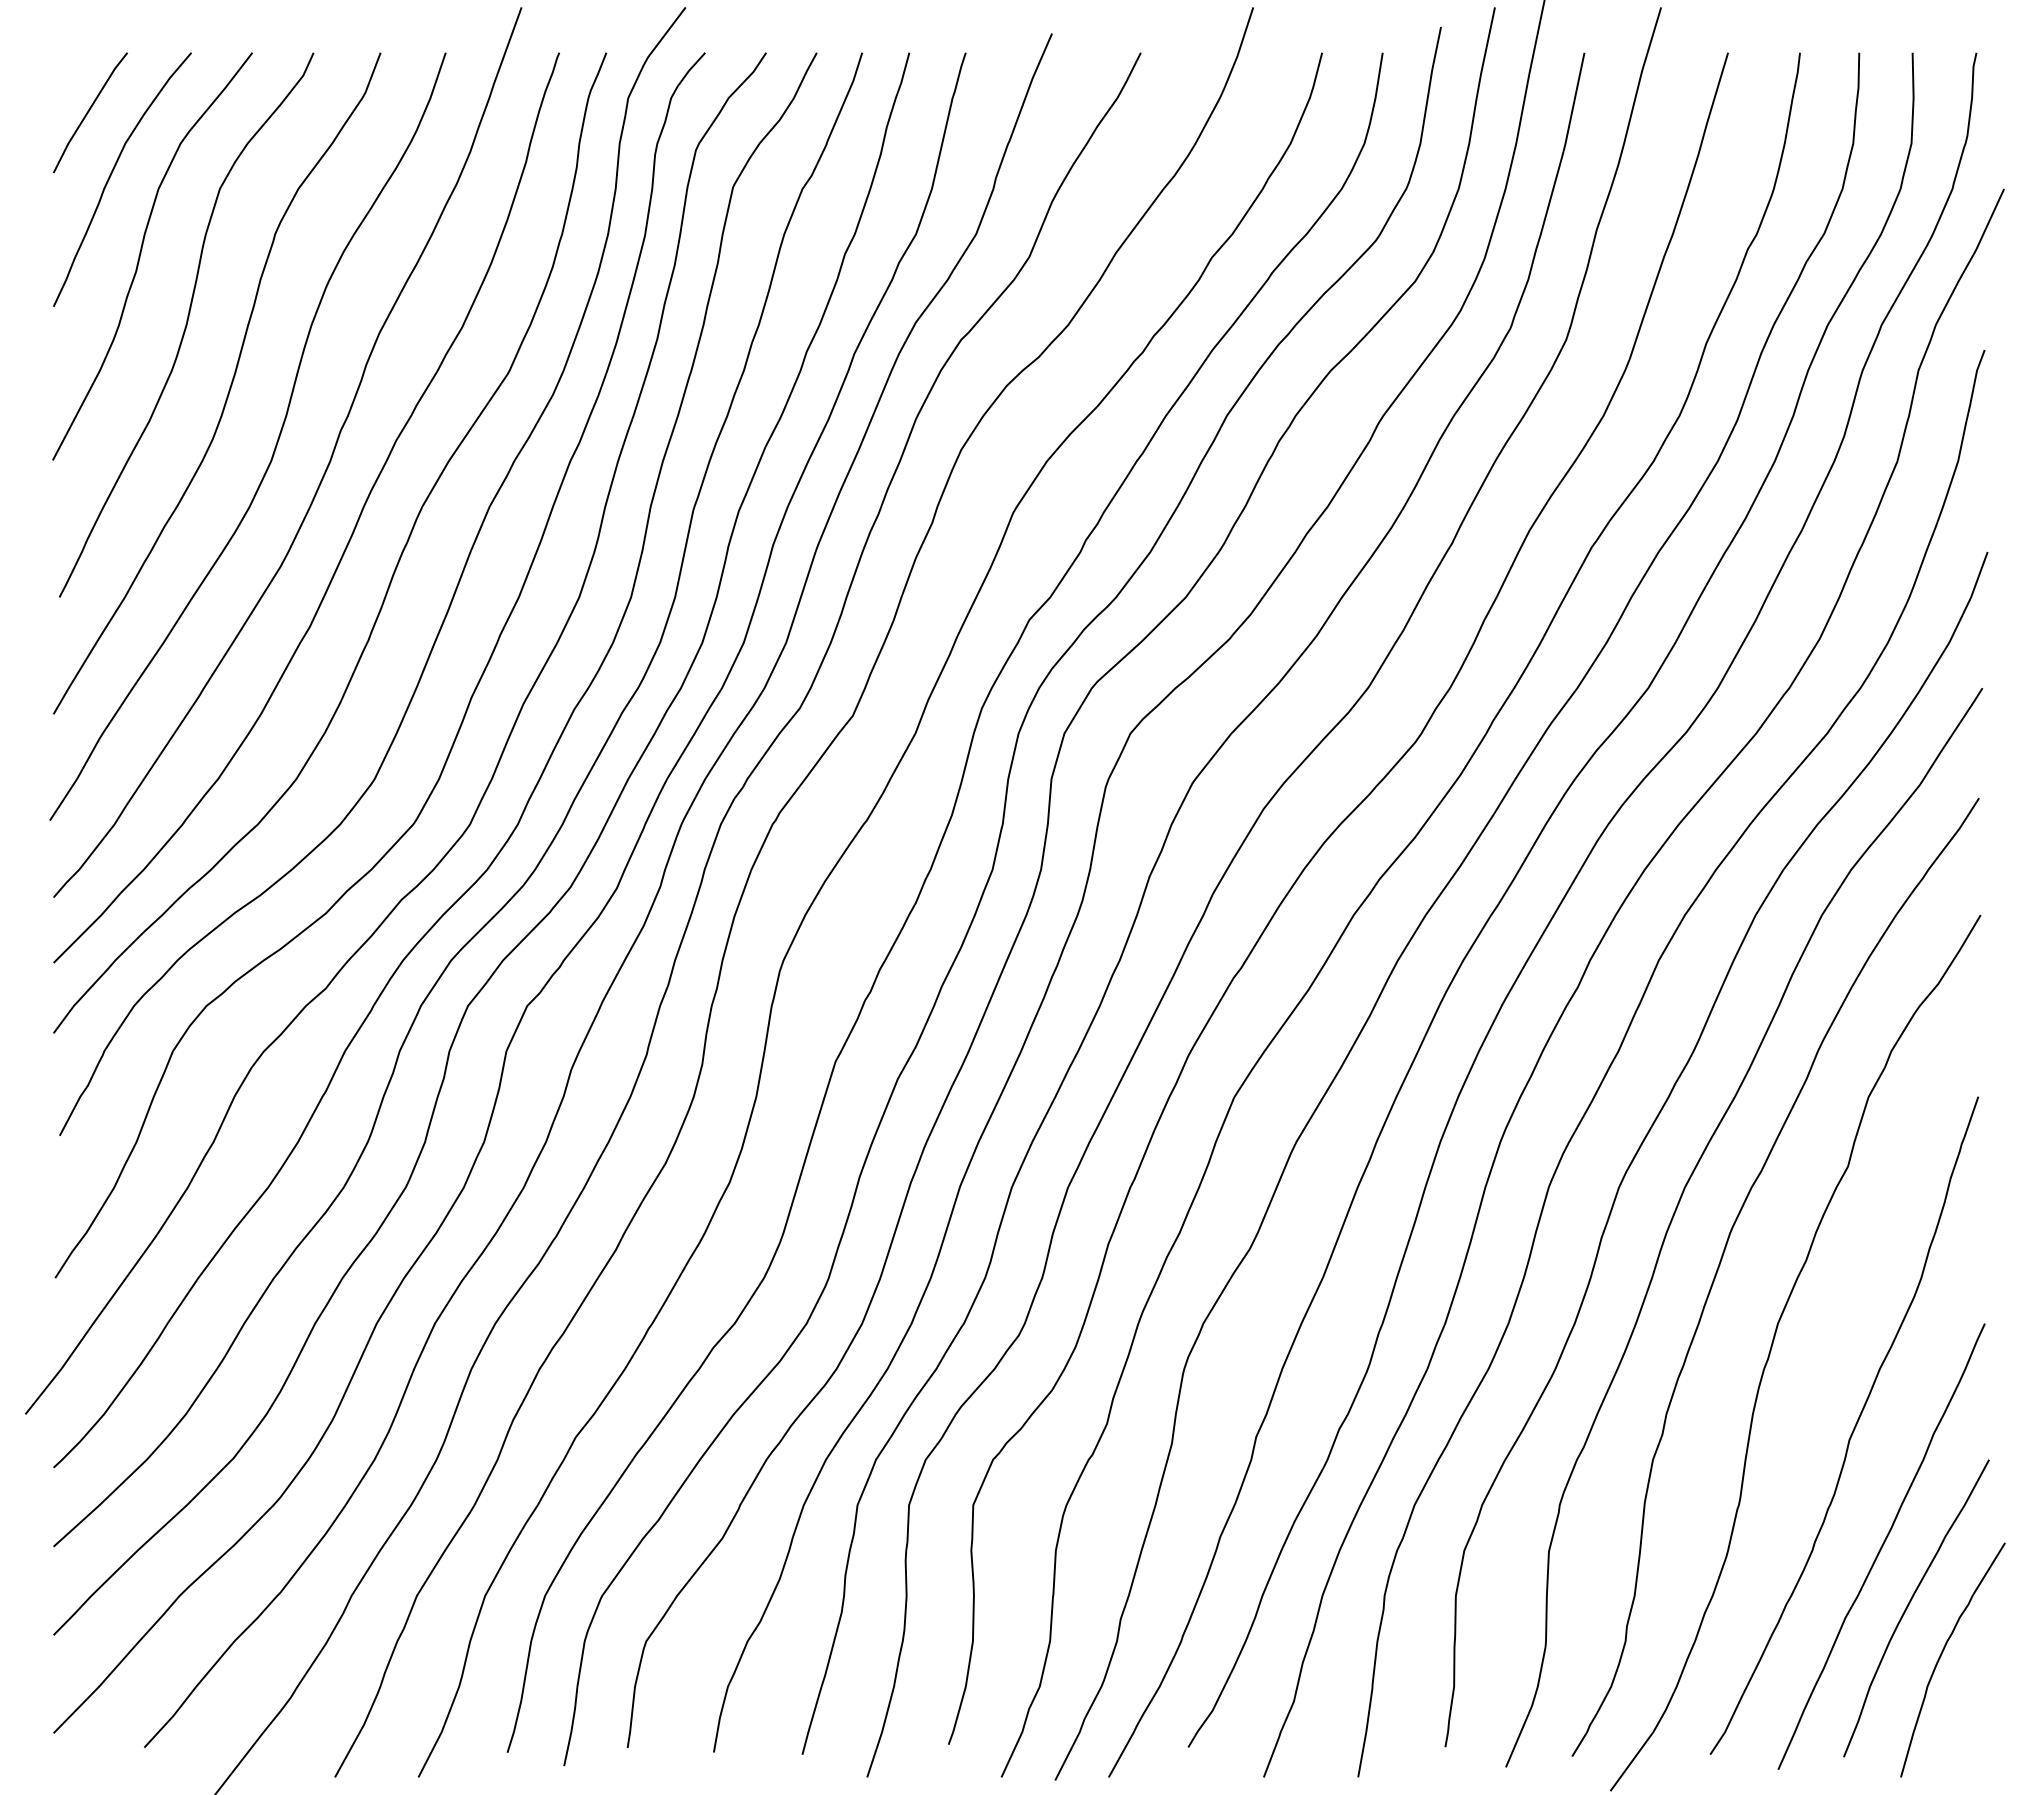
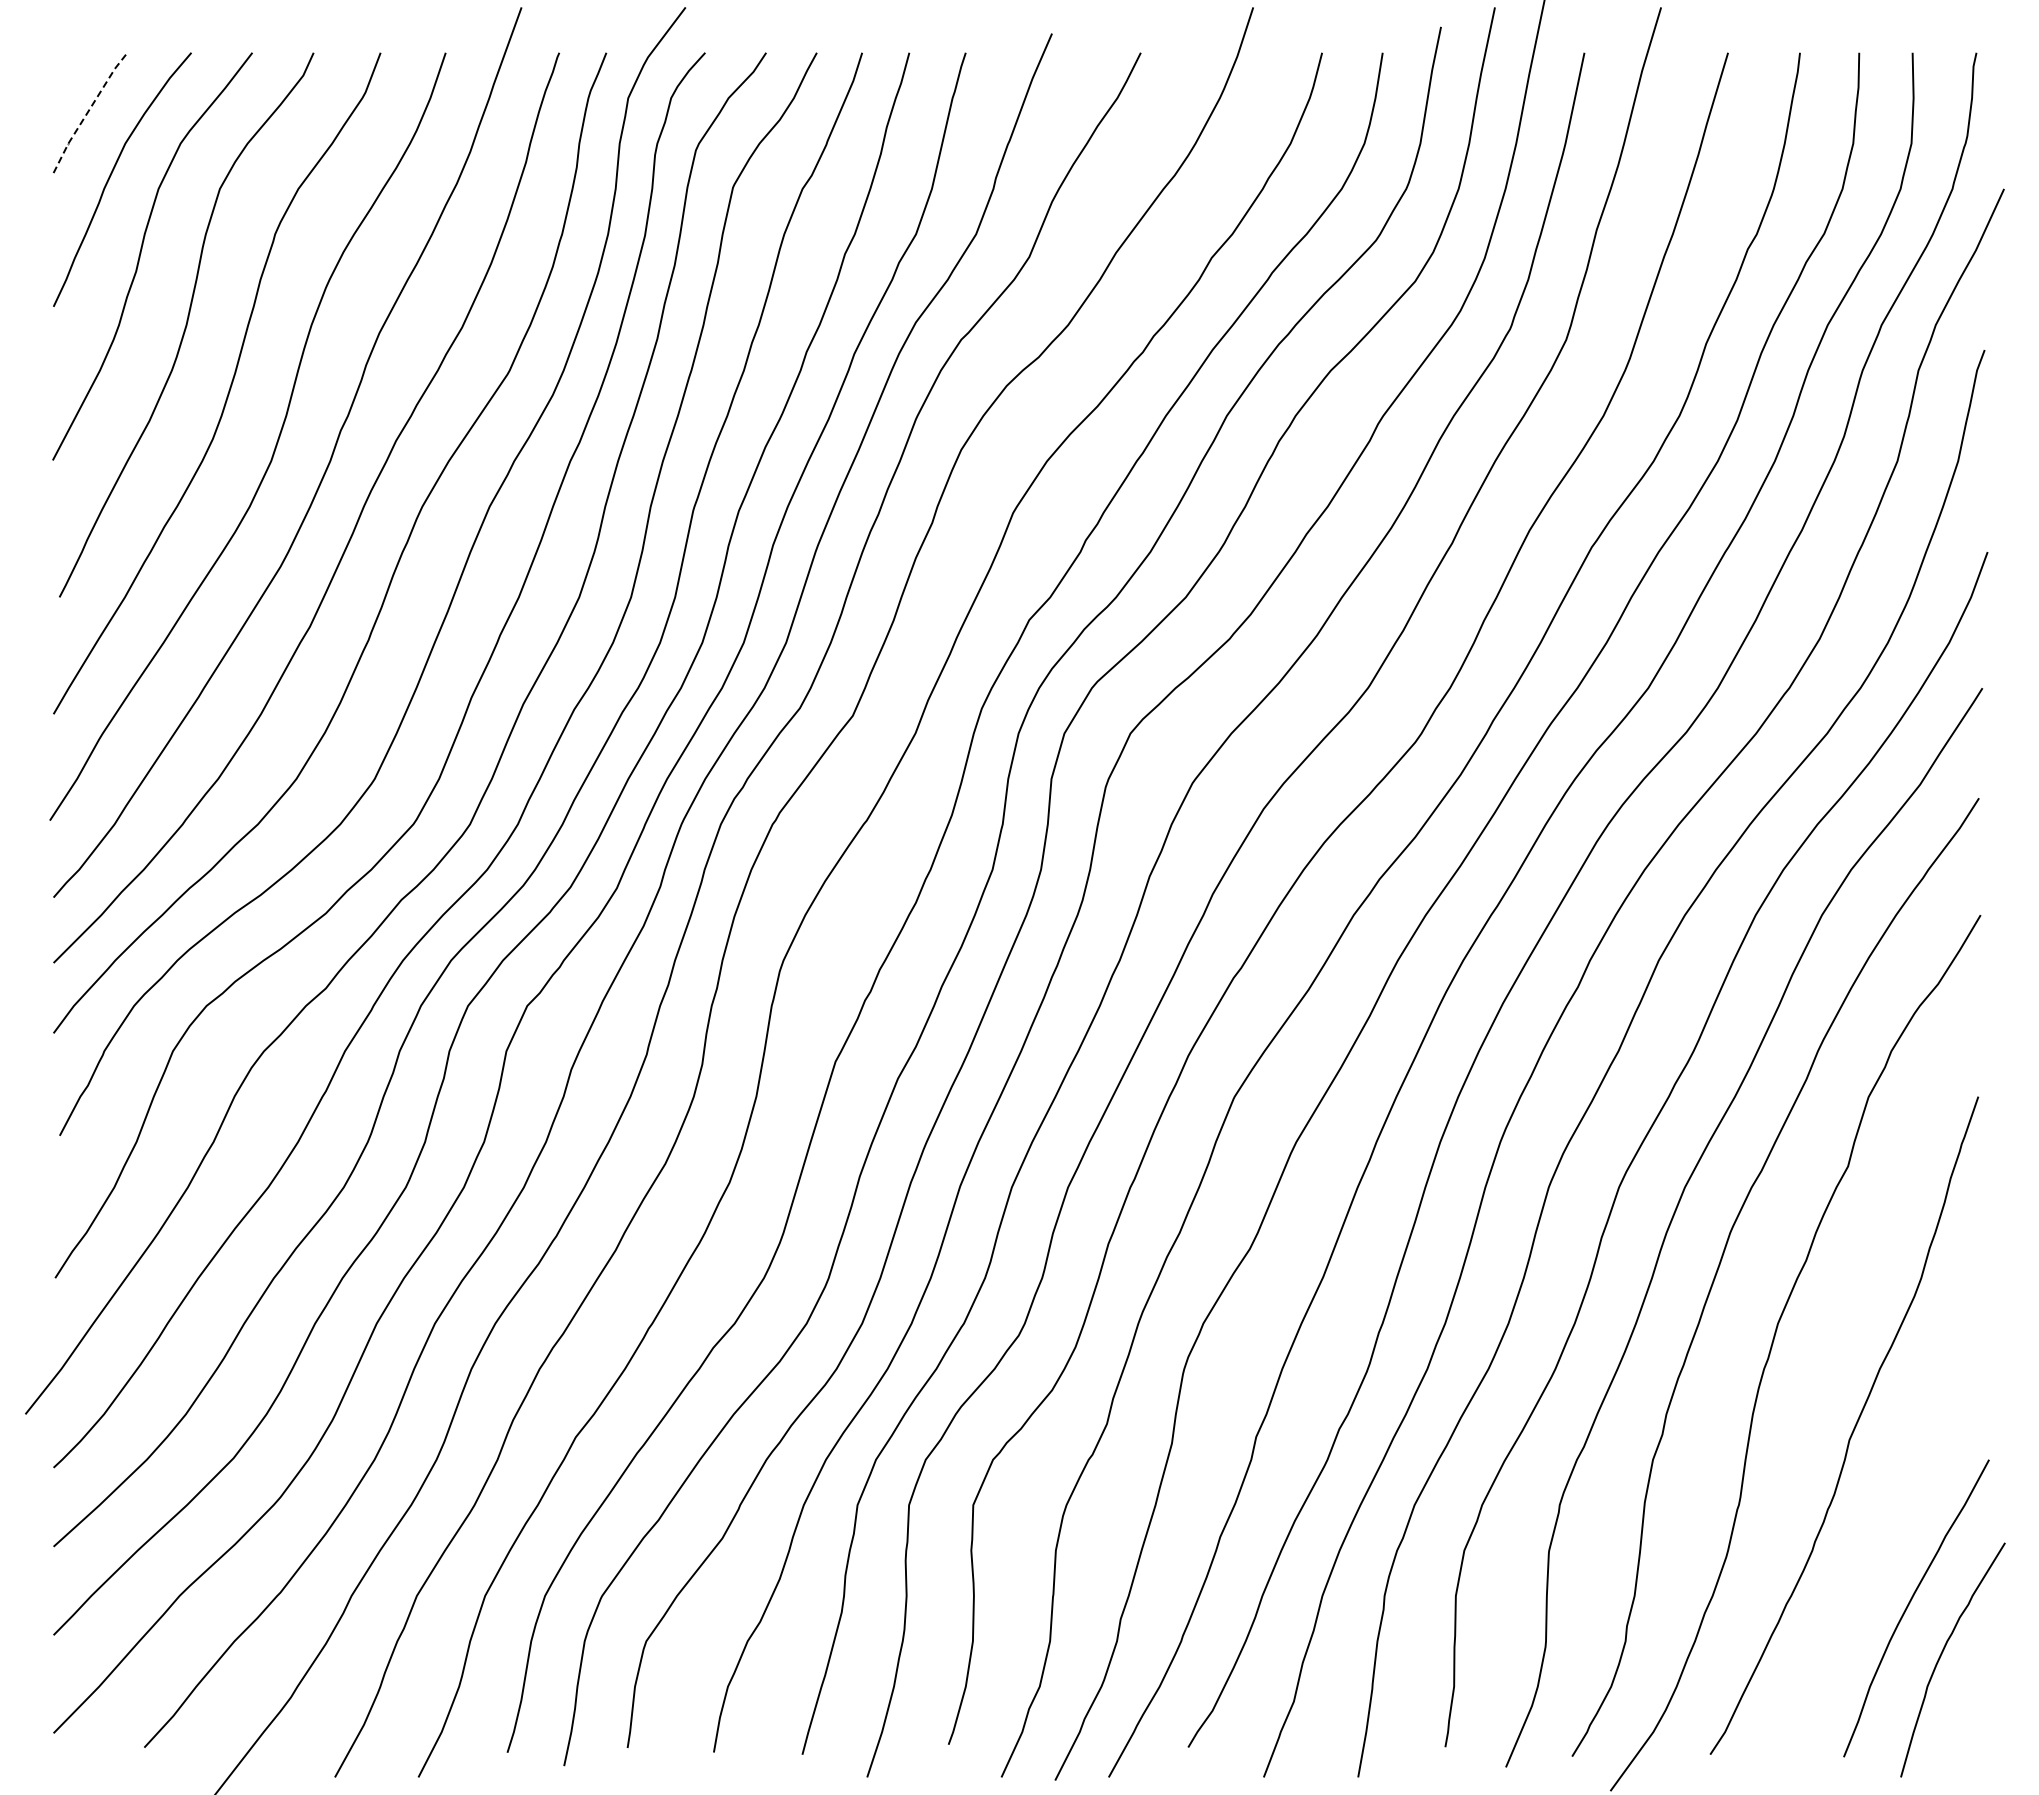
line at (88, 111): solid -> dashed
curve at (1881, 1546): present -> none
